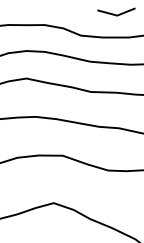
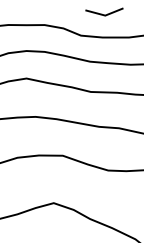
line at (114, 13) position: (114, 13) -> (102, 13)
